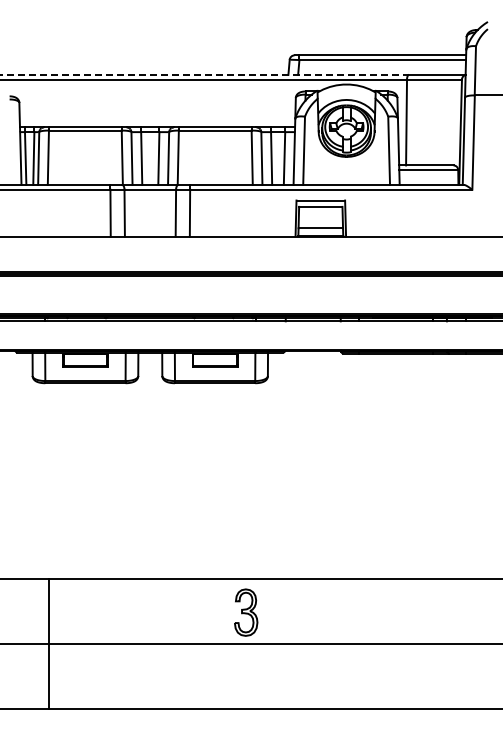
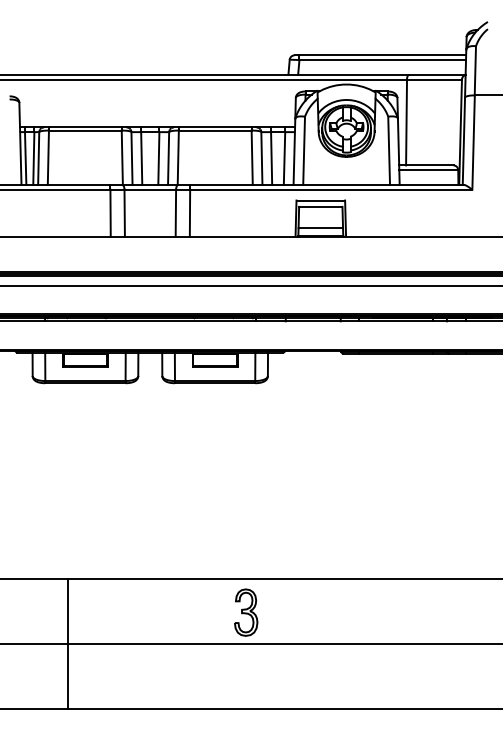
line at (205, 74): dashed -> solid
line at (250, 286): none -> present
line at (48, 644) position: (48, 644) -> (67, 644)
